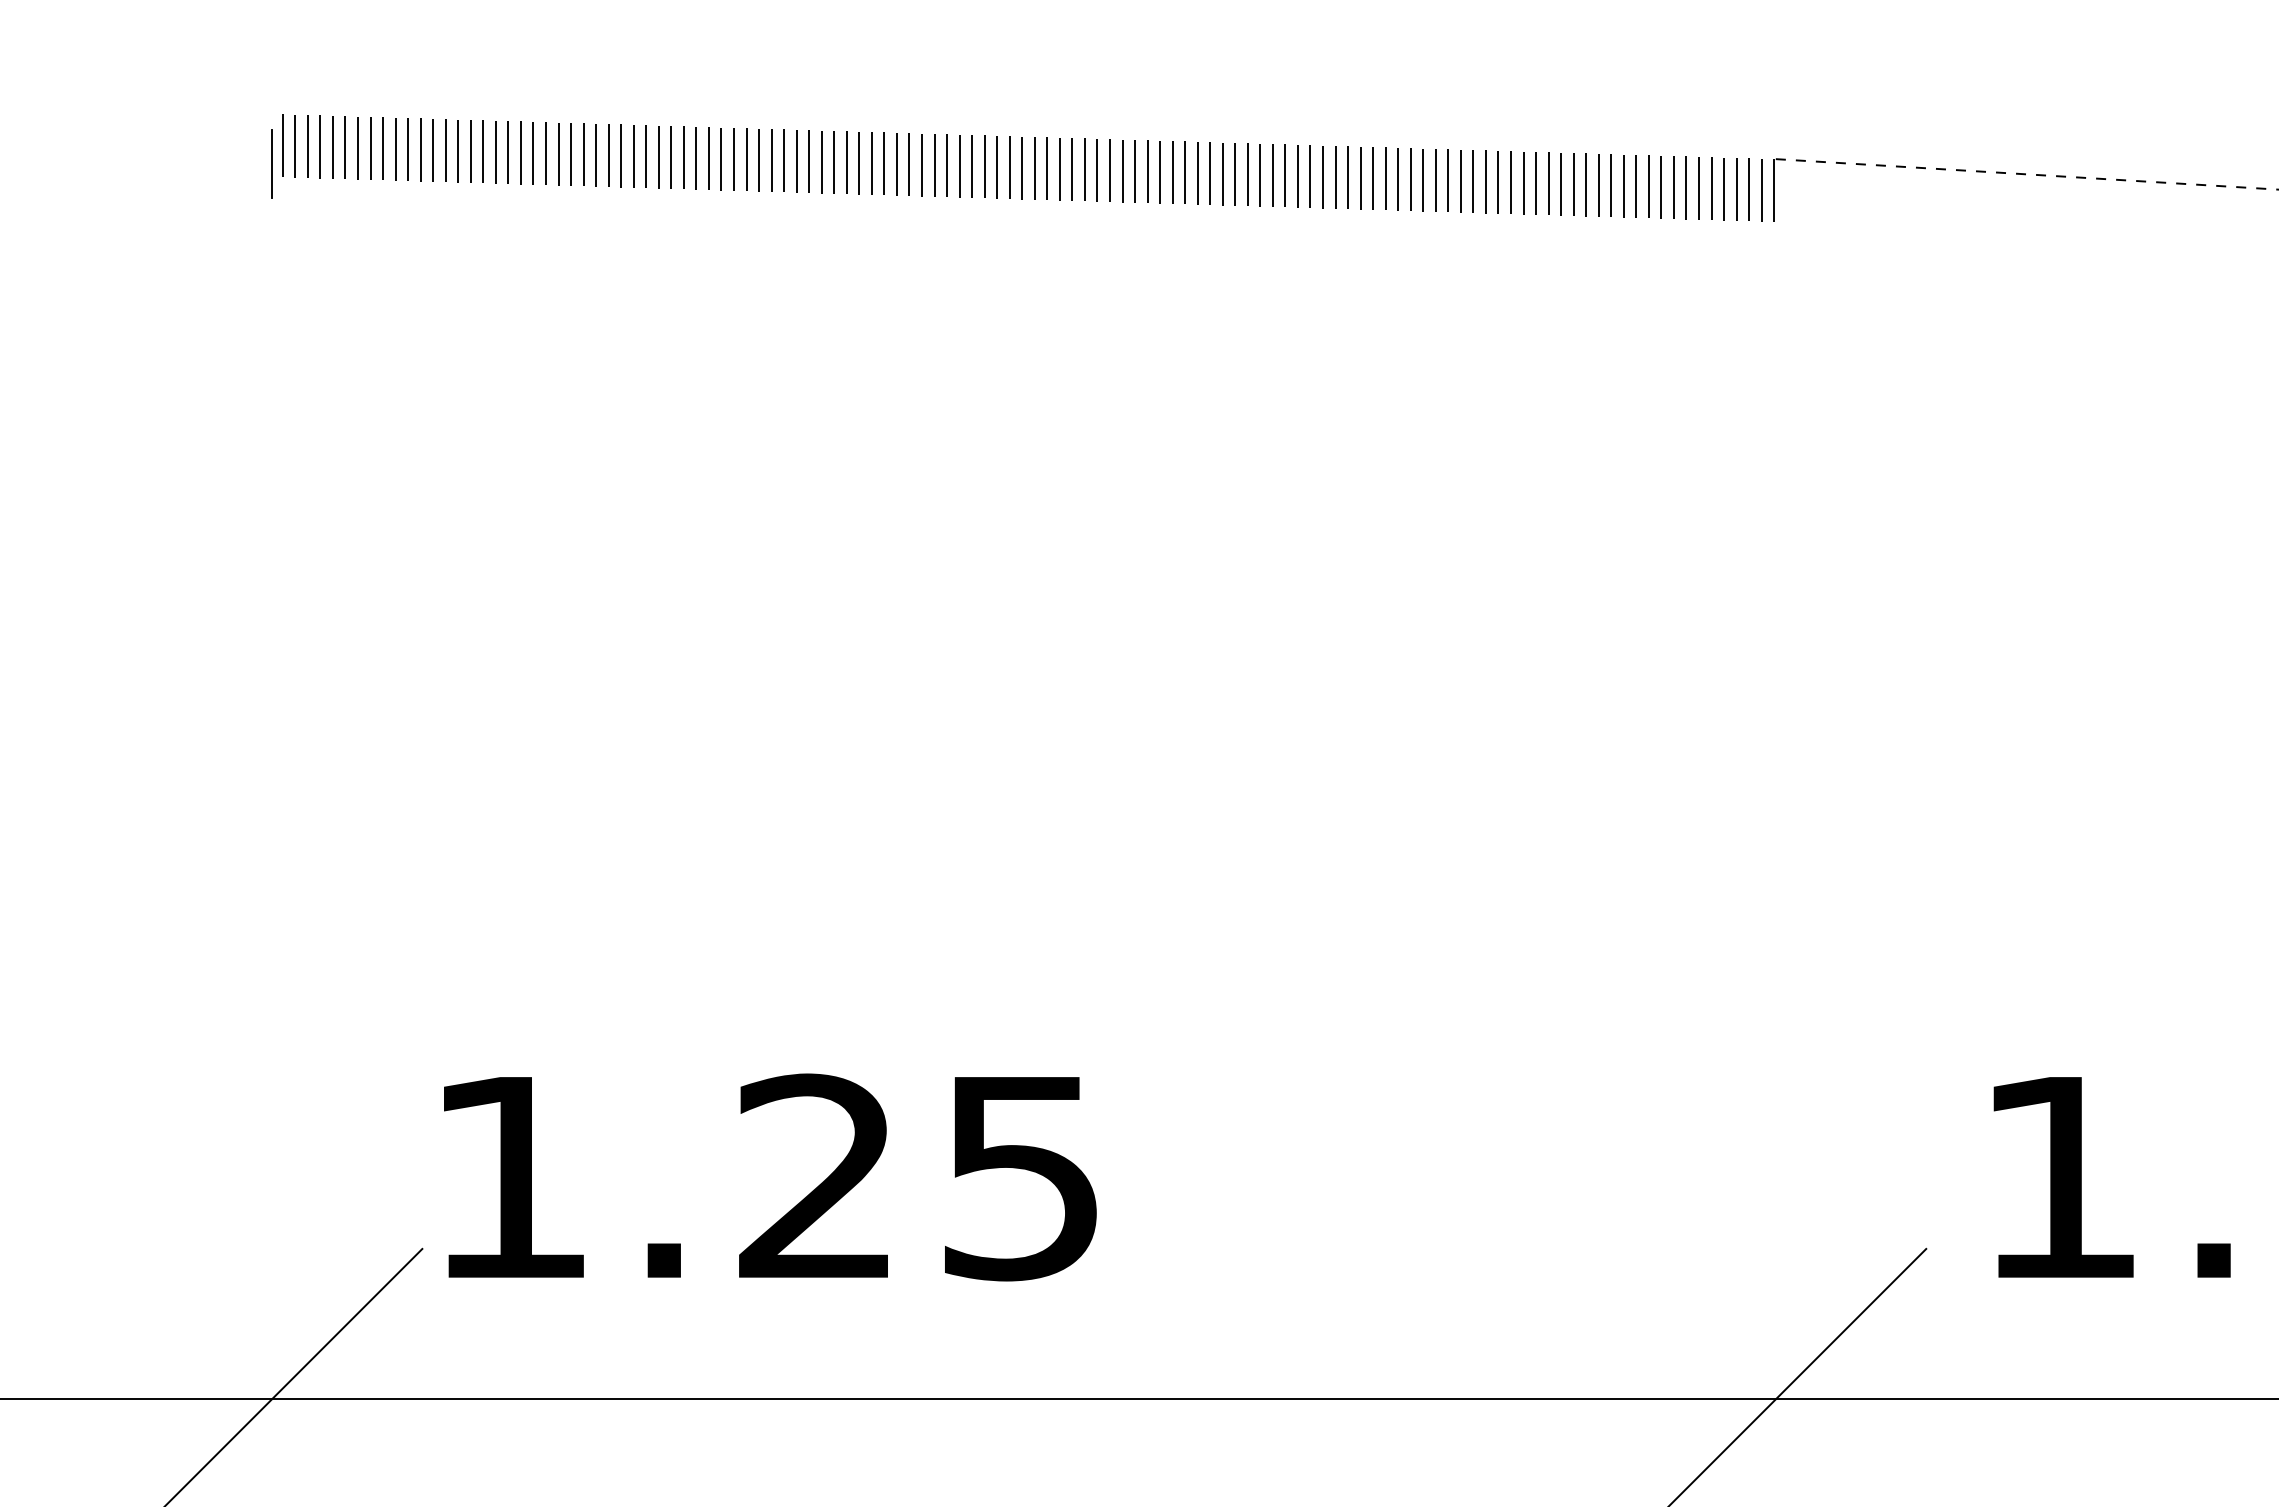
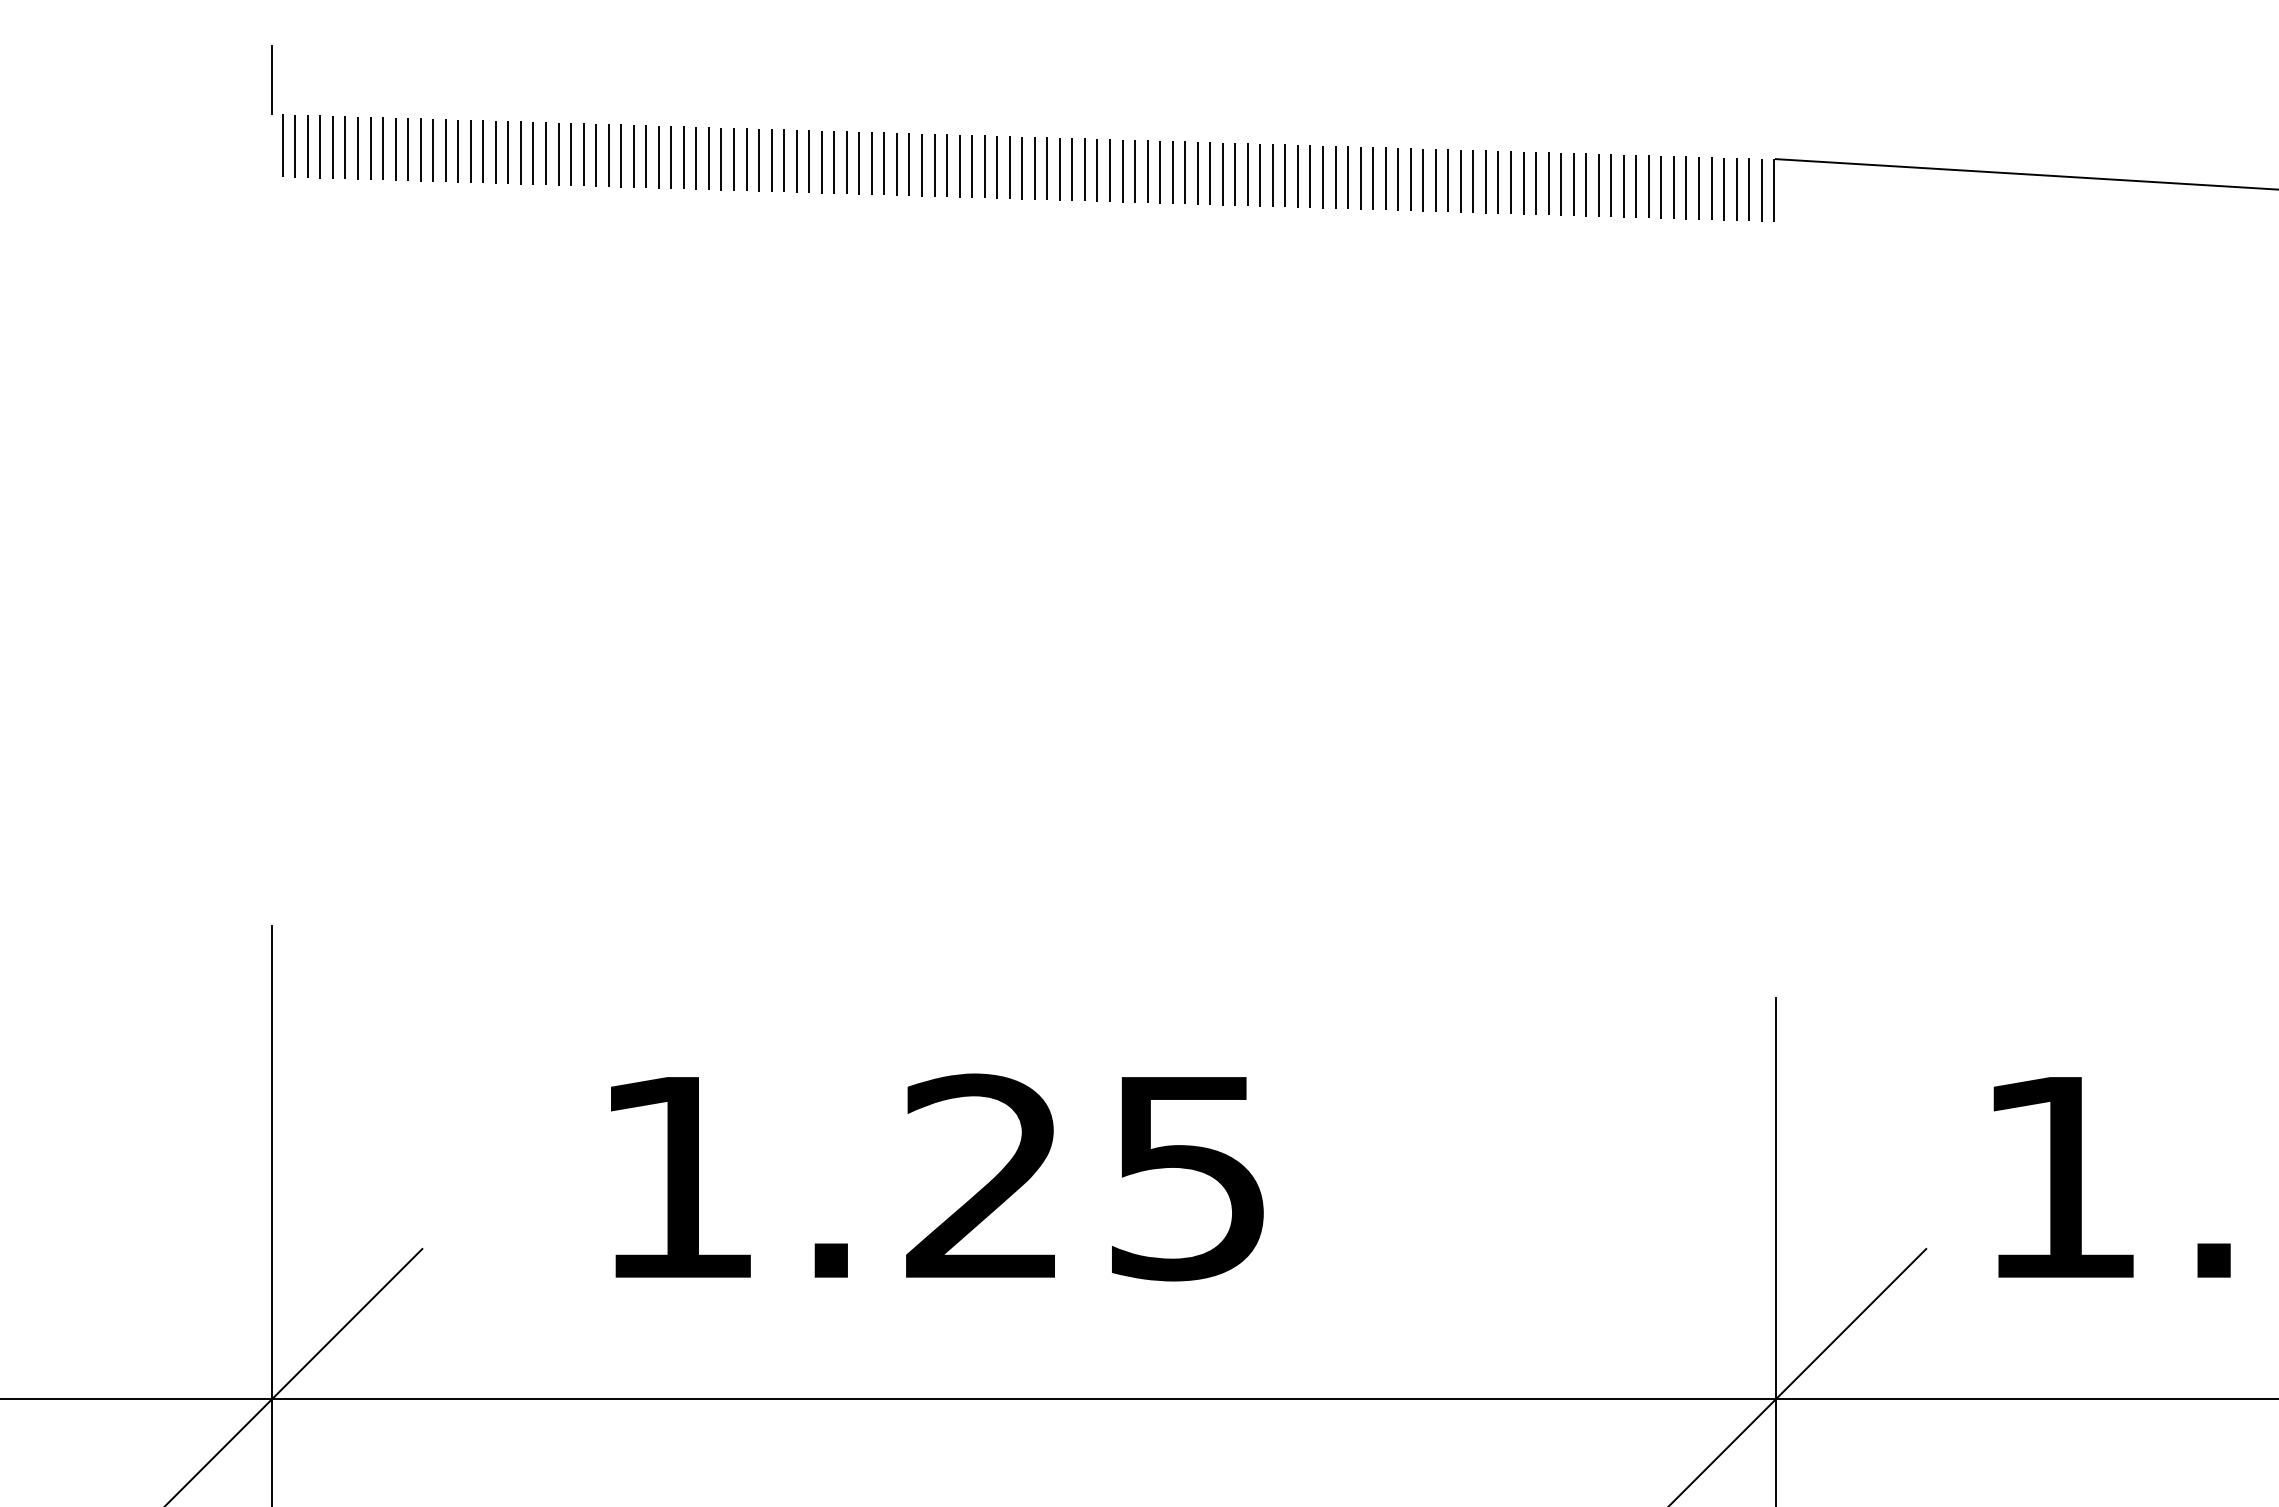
line at (271, 163) position: (271, 163) -> (271, 79)
line at (2027, 174): dashed -> solid
text at (770, 1177) position: (770, 1177) -> (937, 1177)
line at (271, 1214): none -> present
line at (1775, 1250): none -> present
